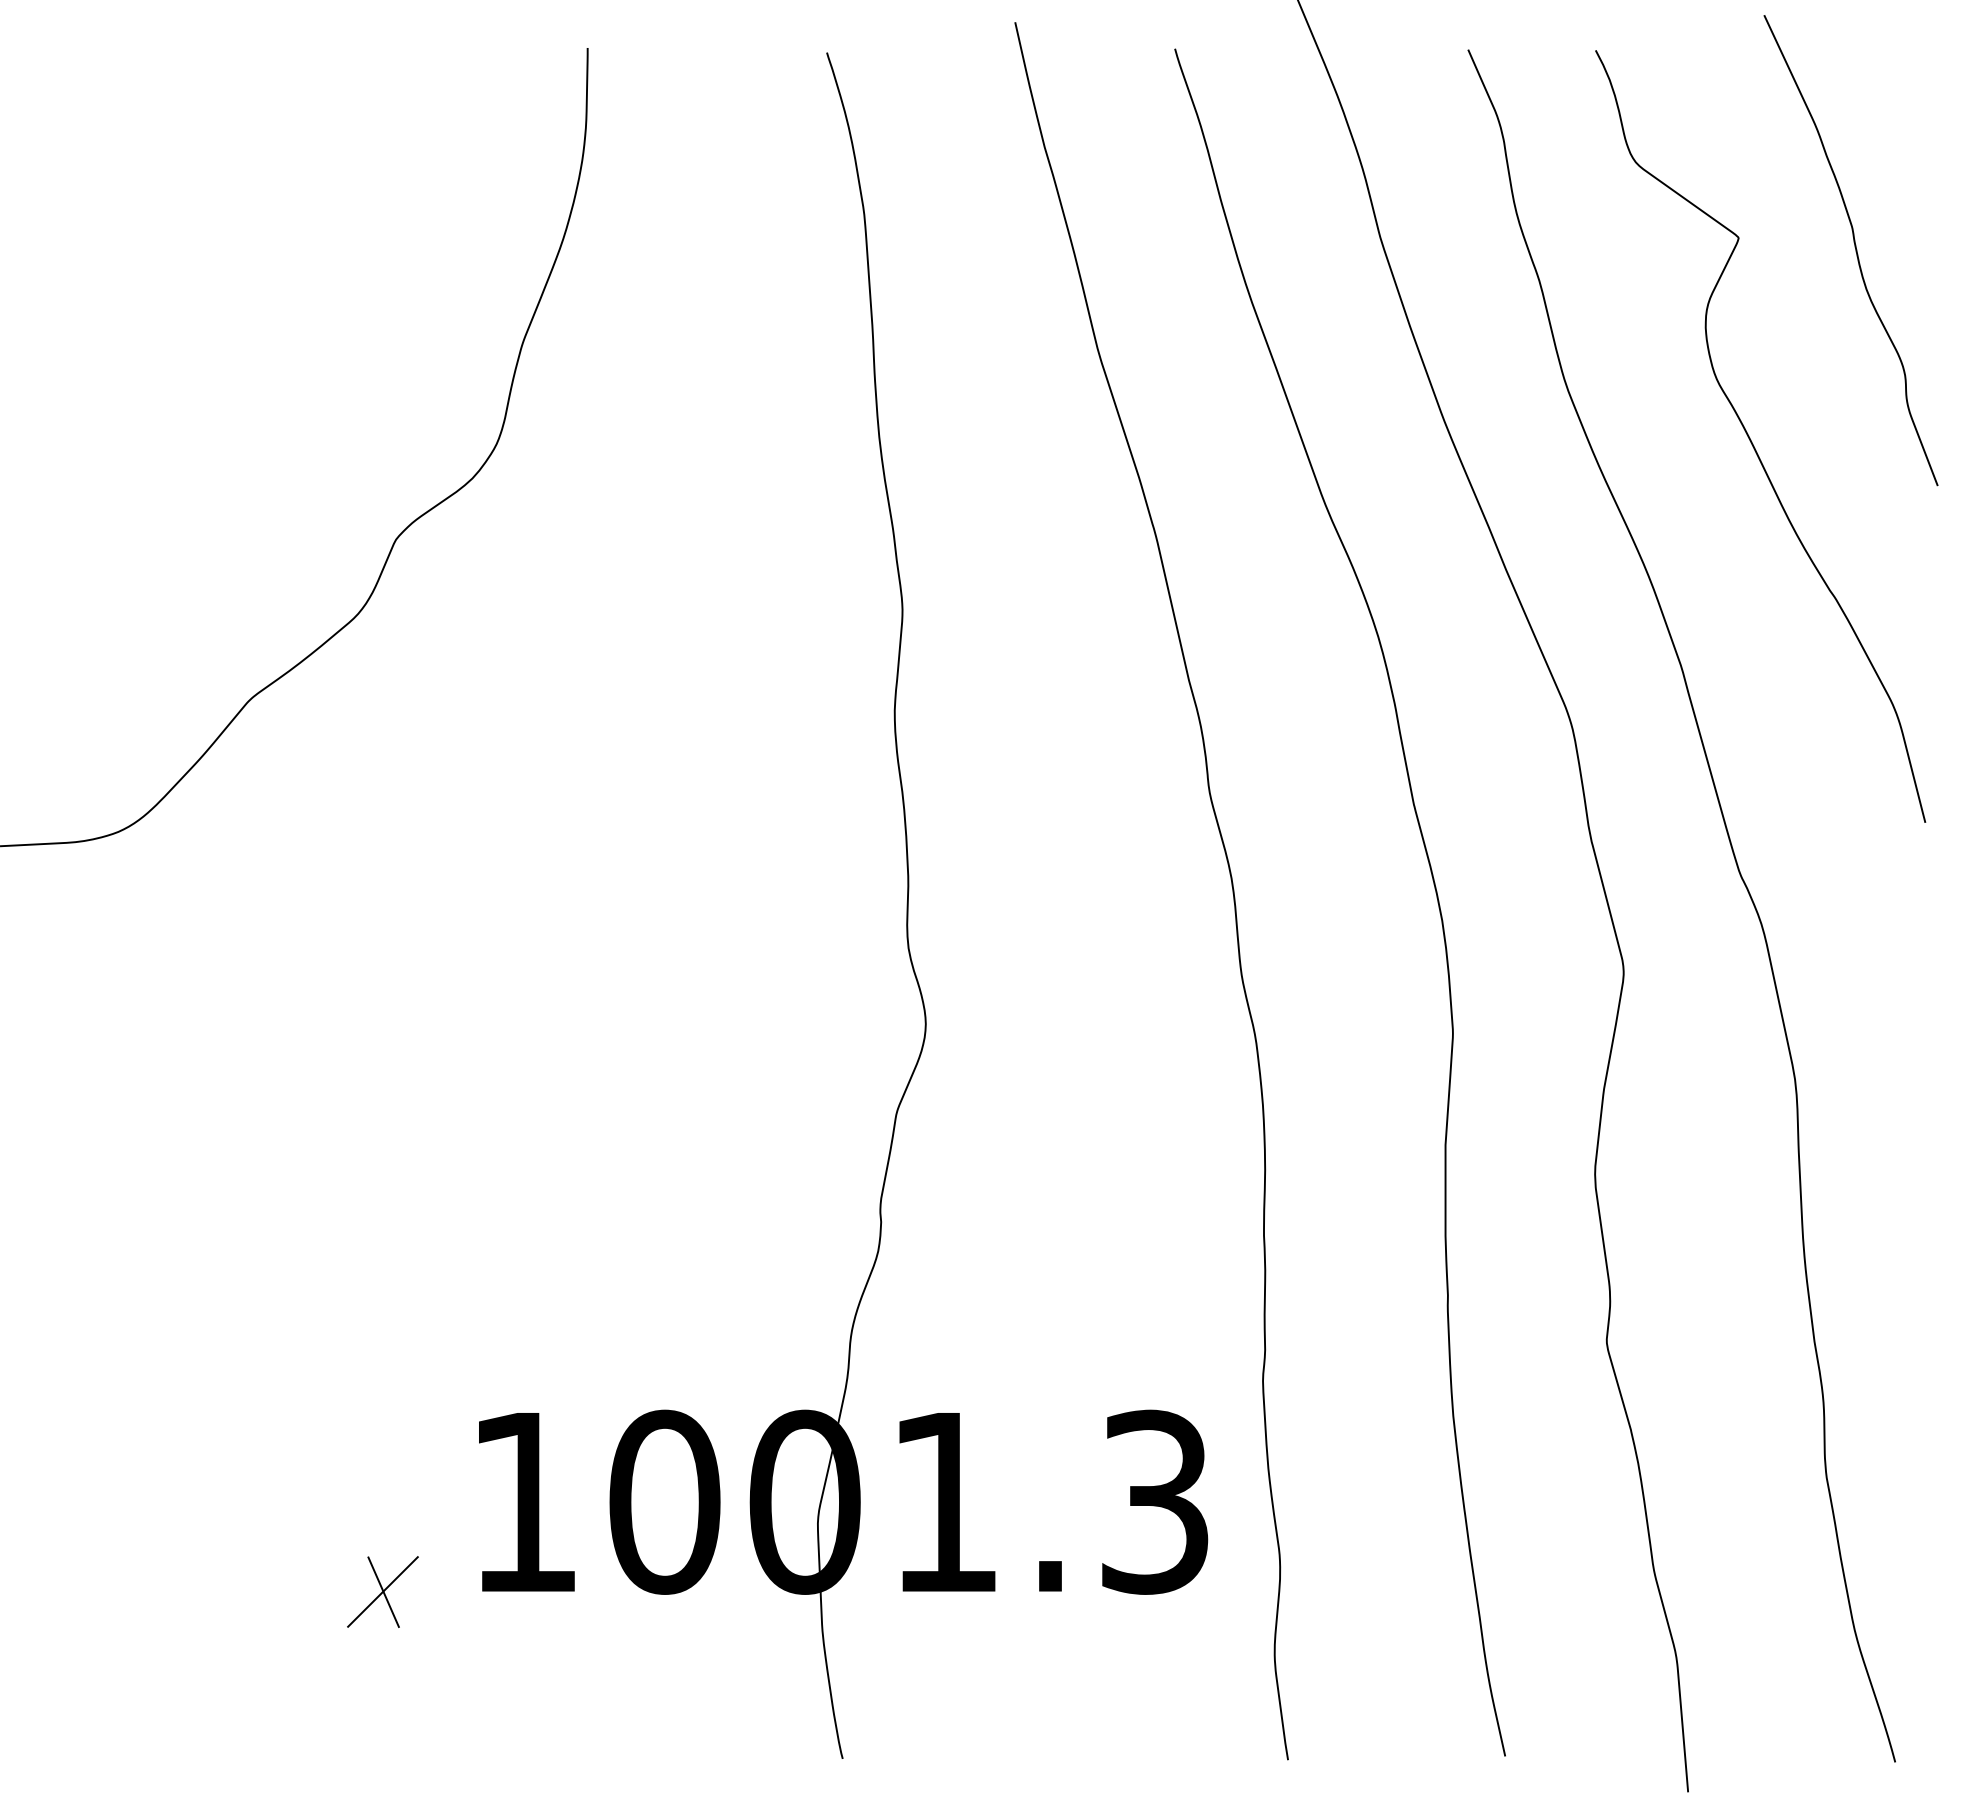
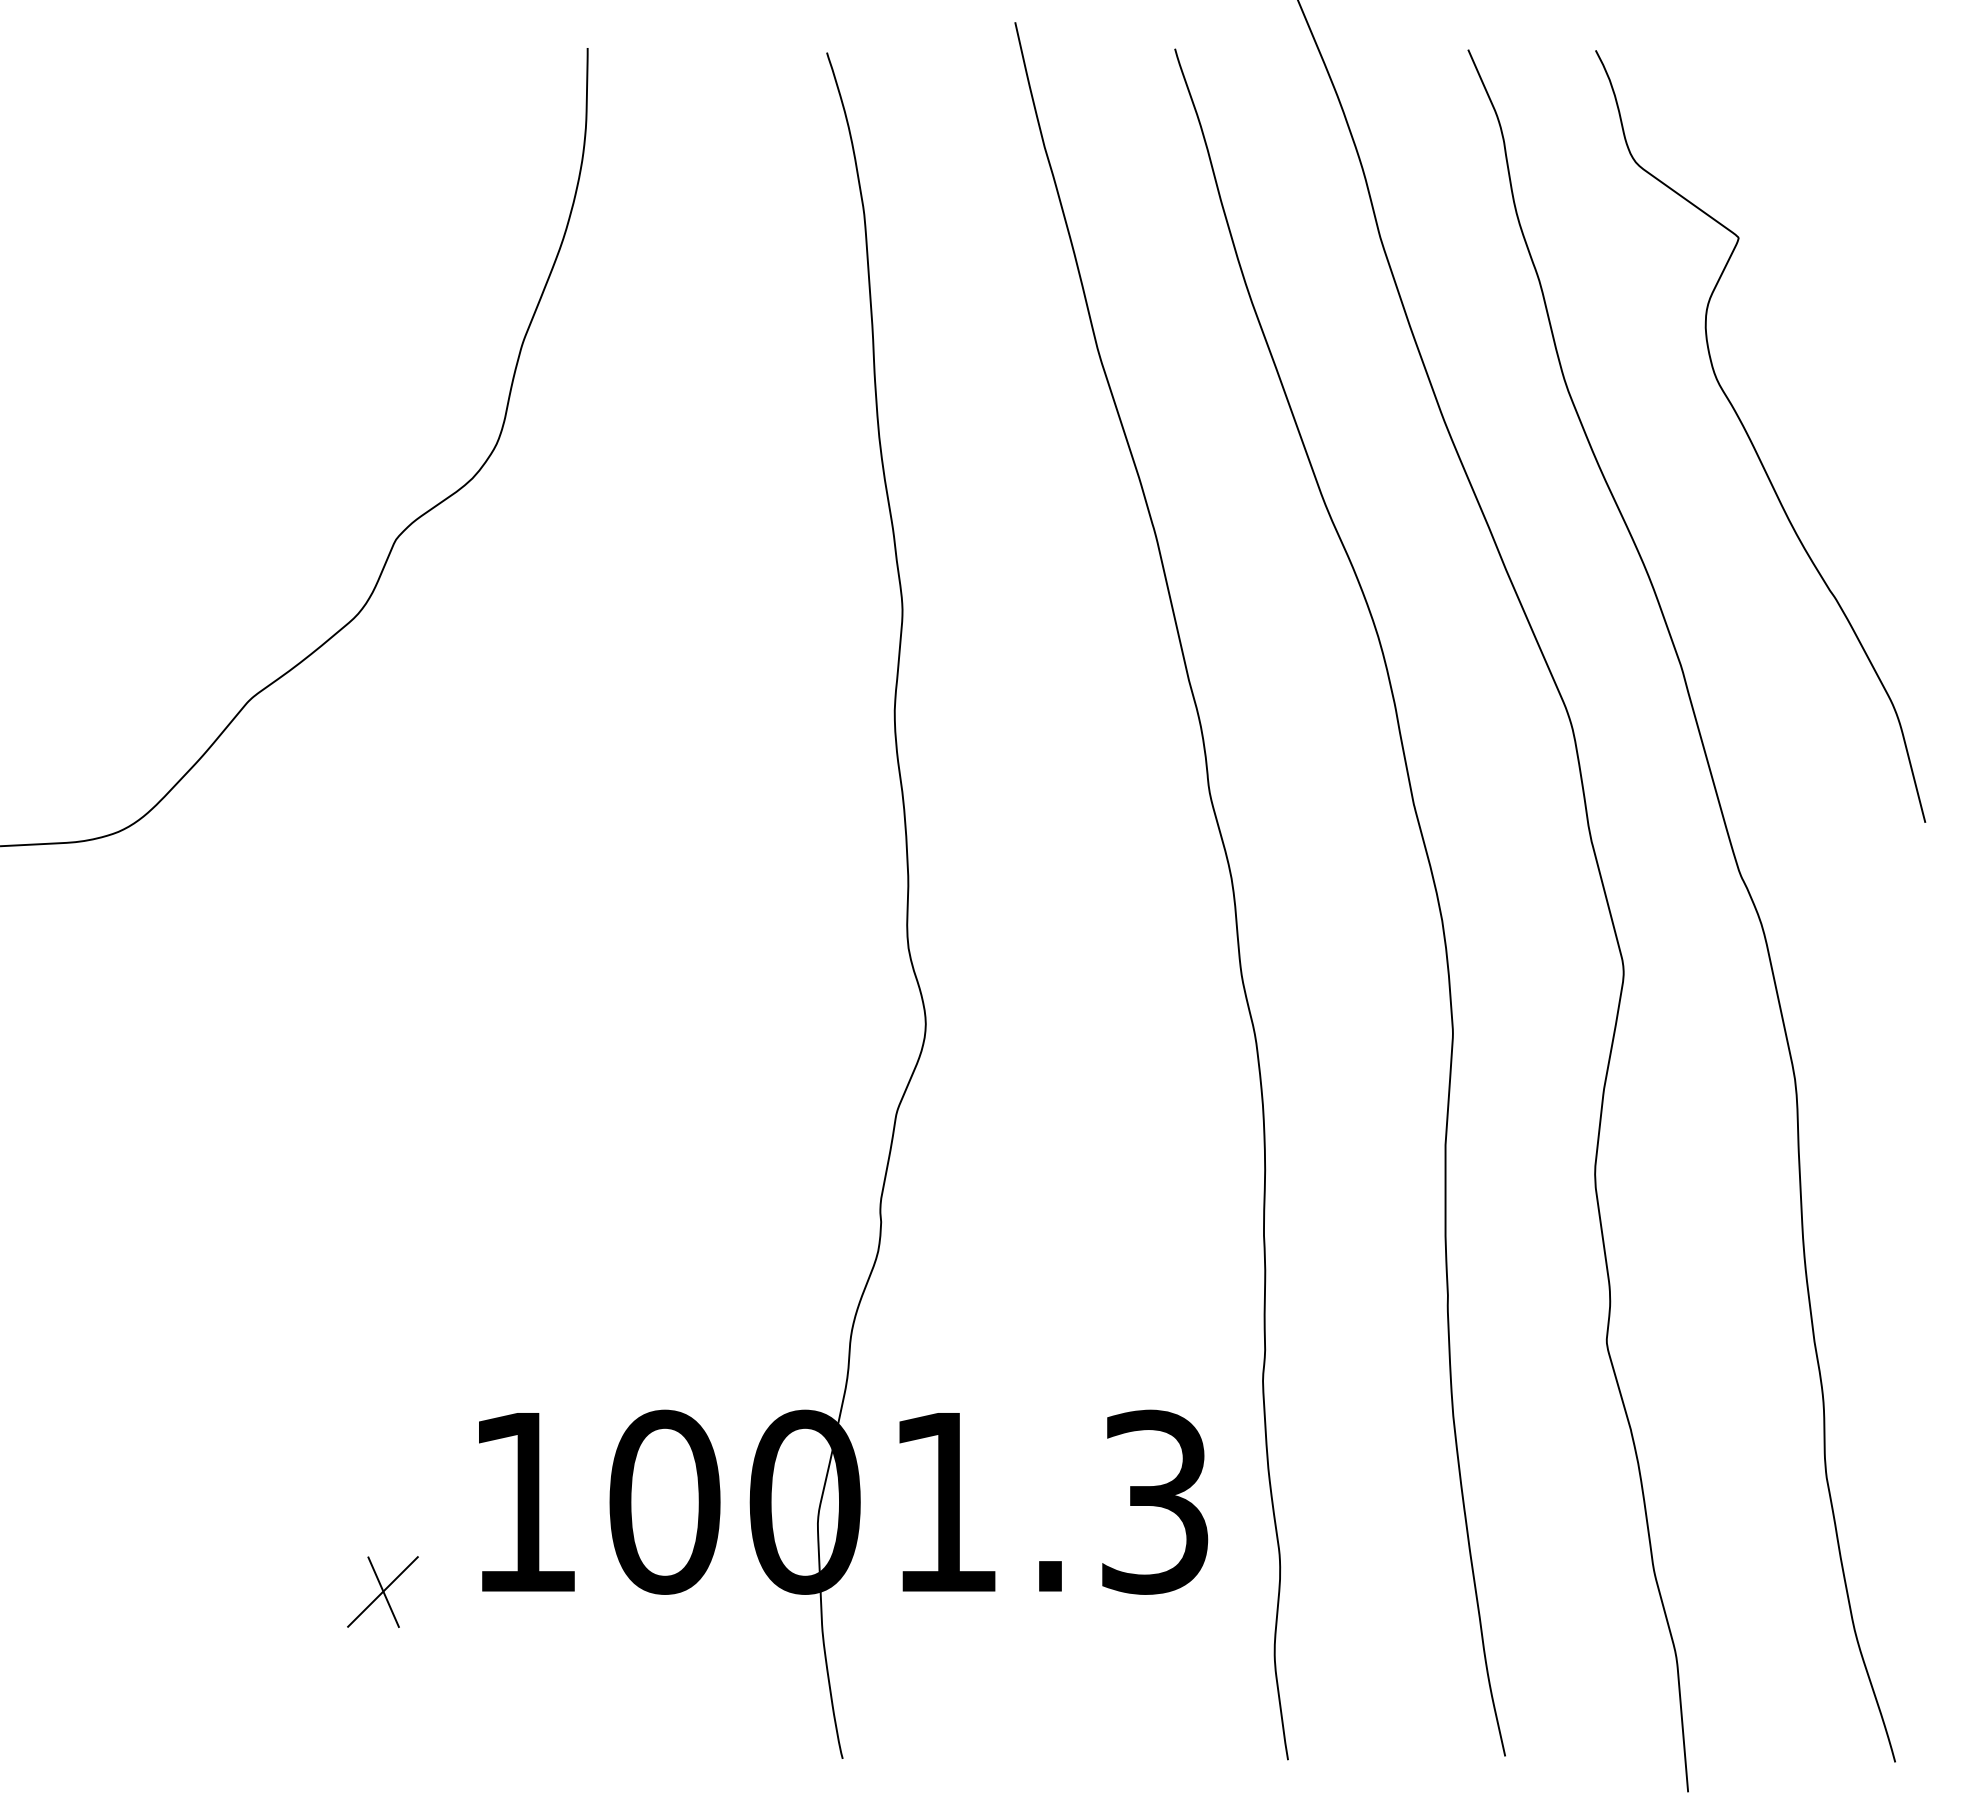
curve at (1854, 247): present -> none
